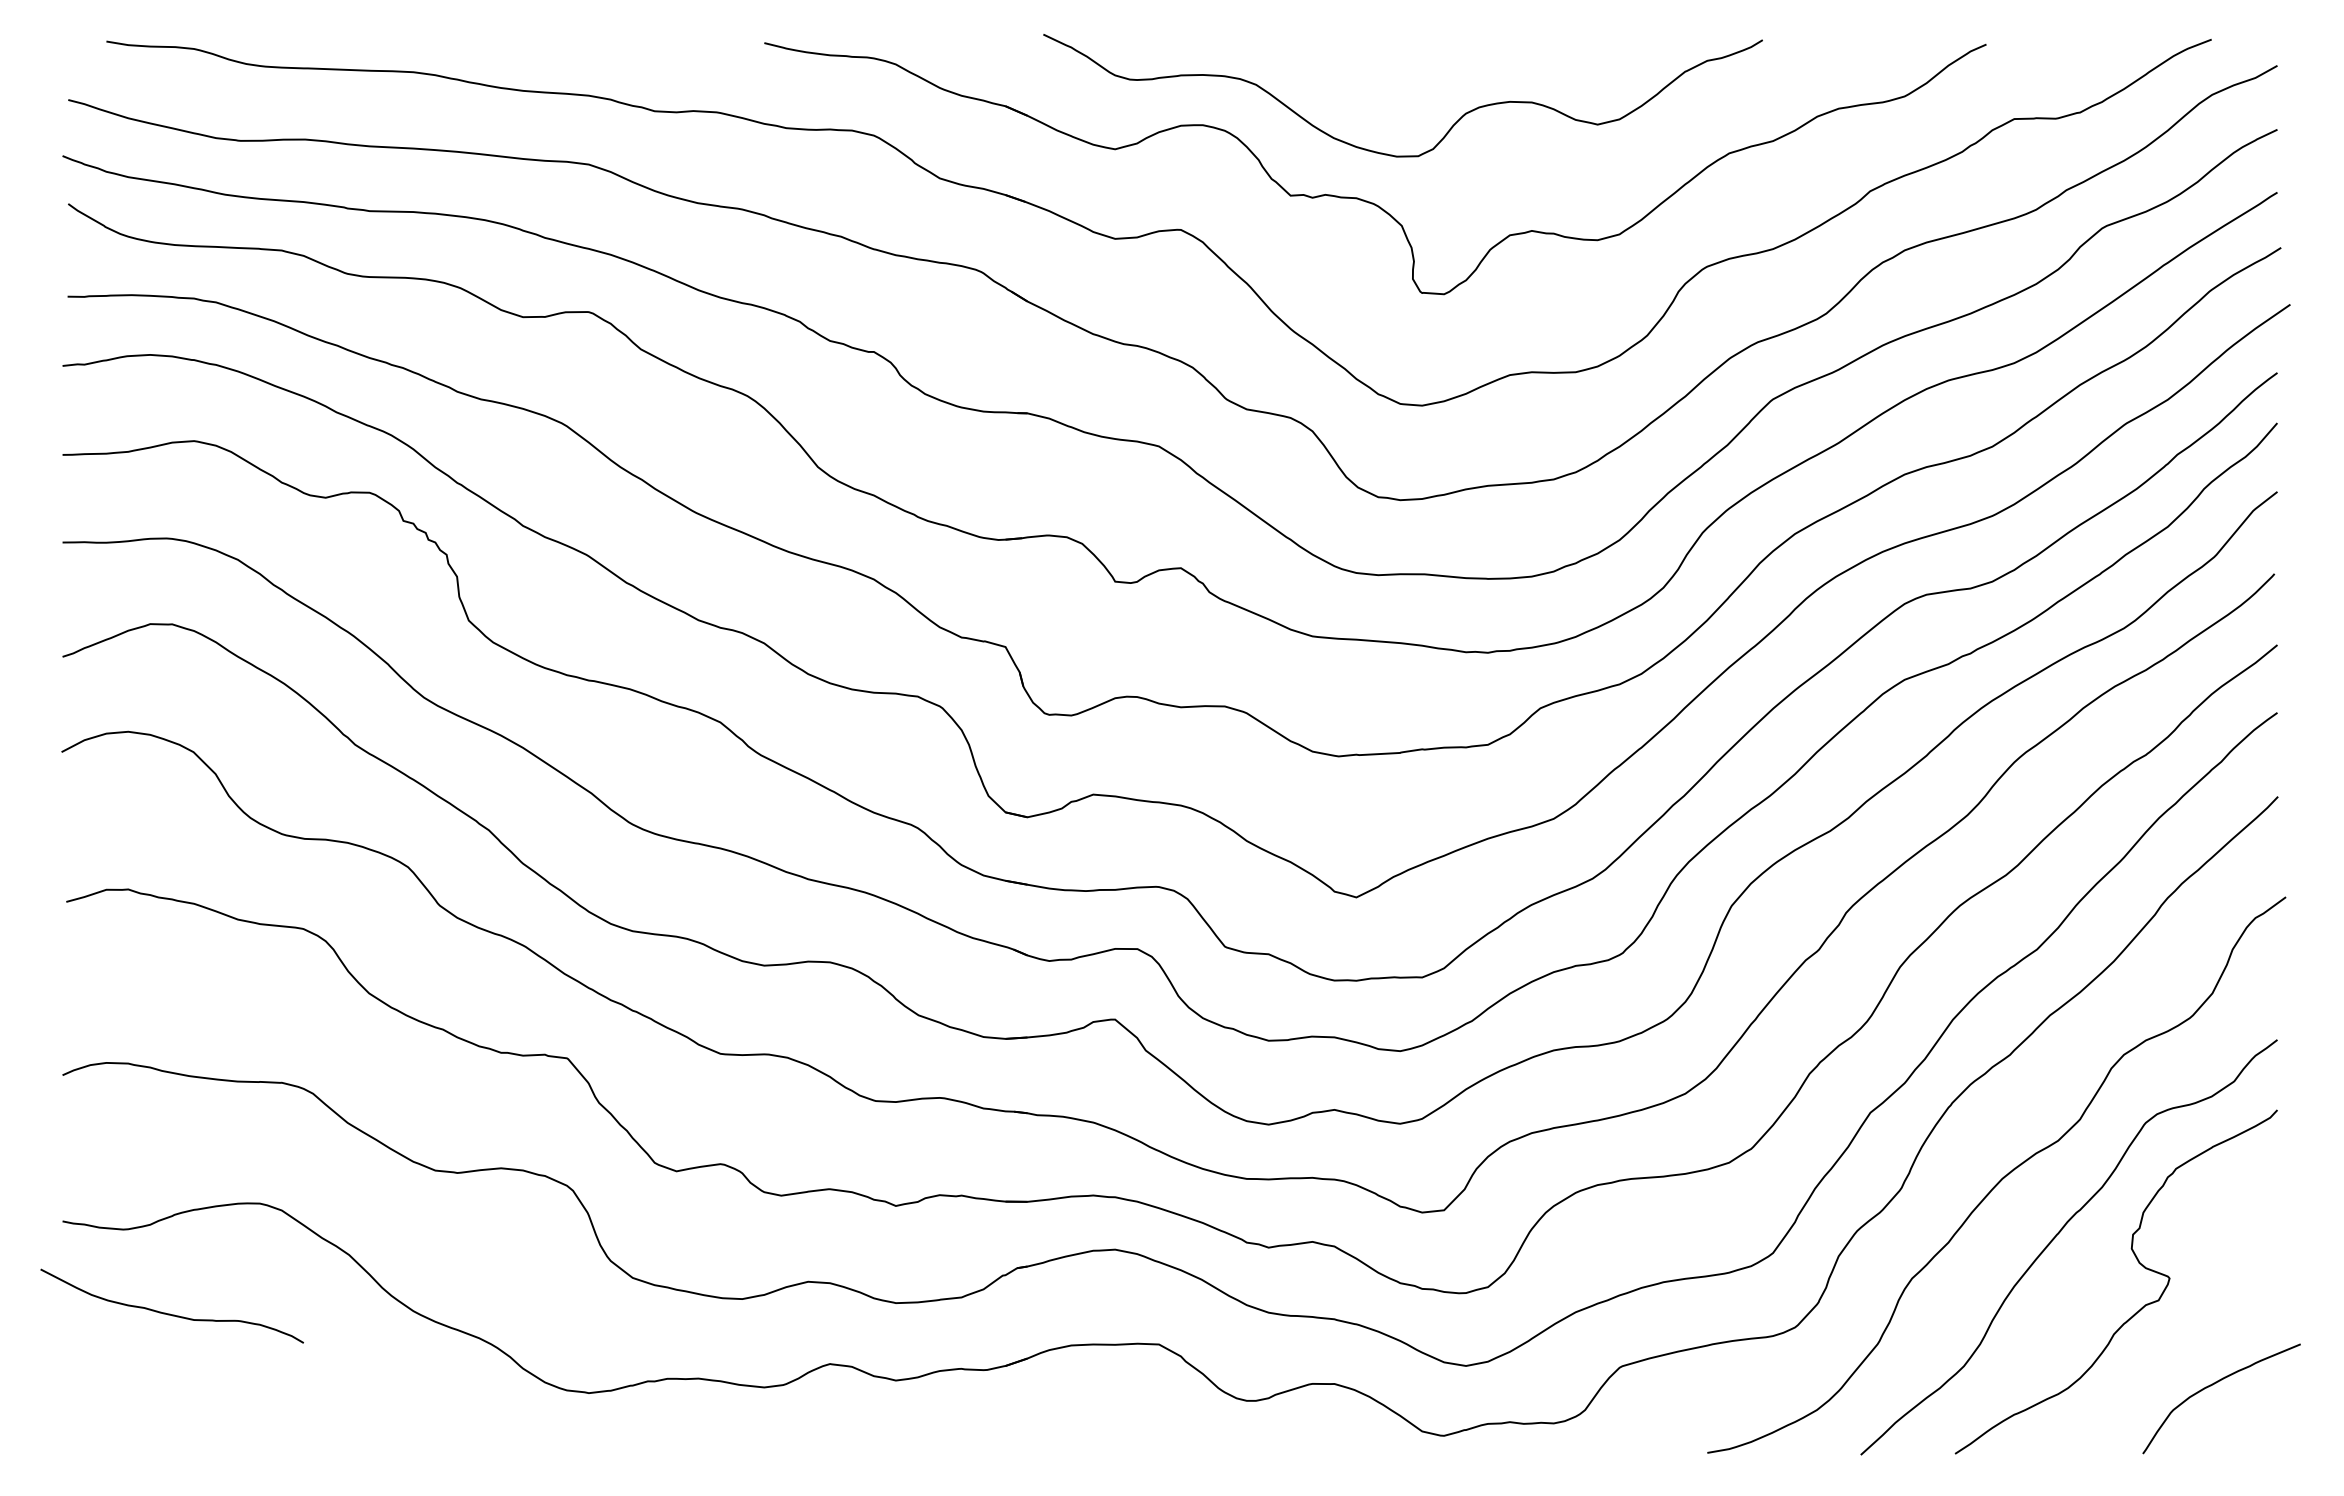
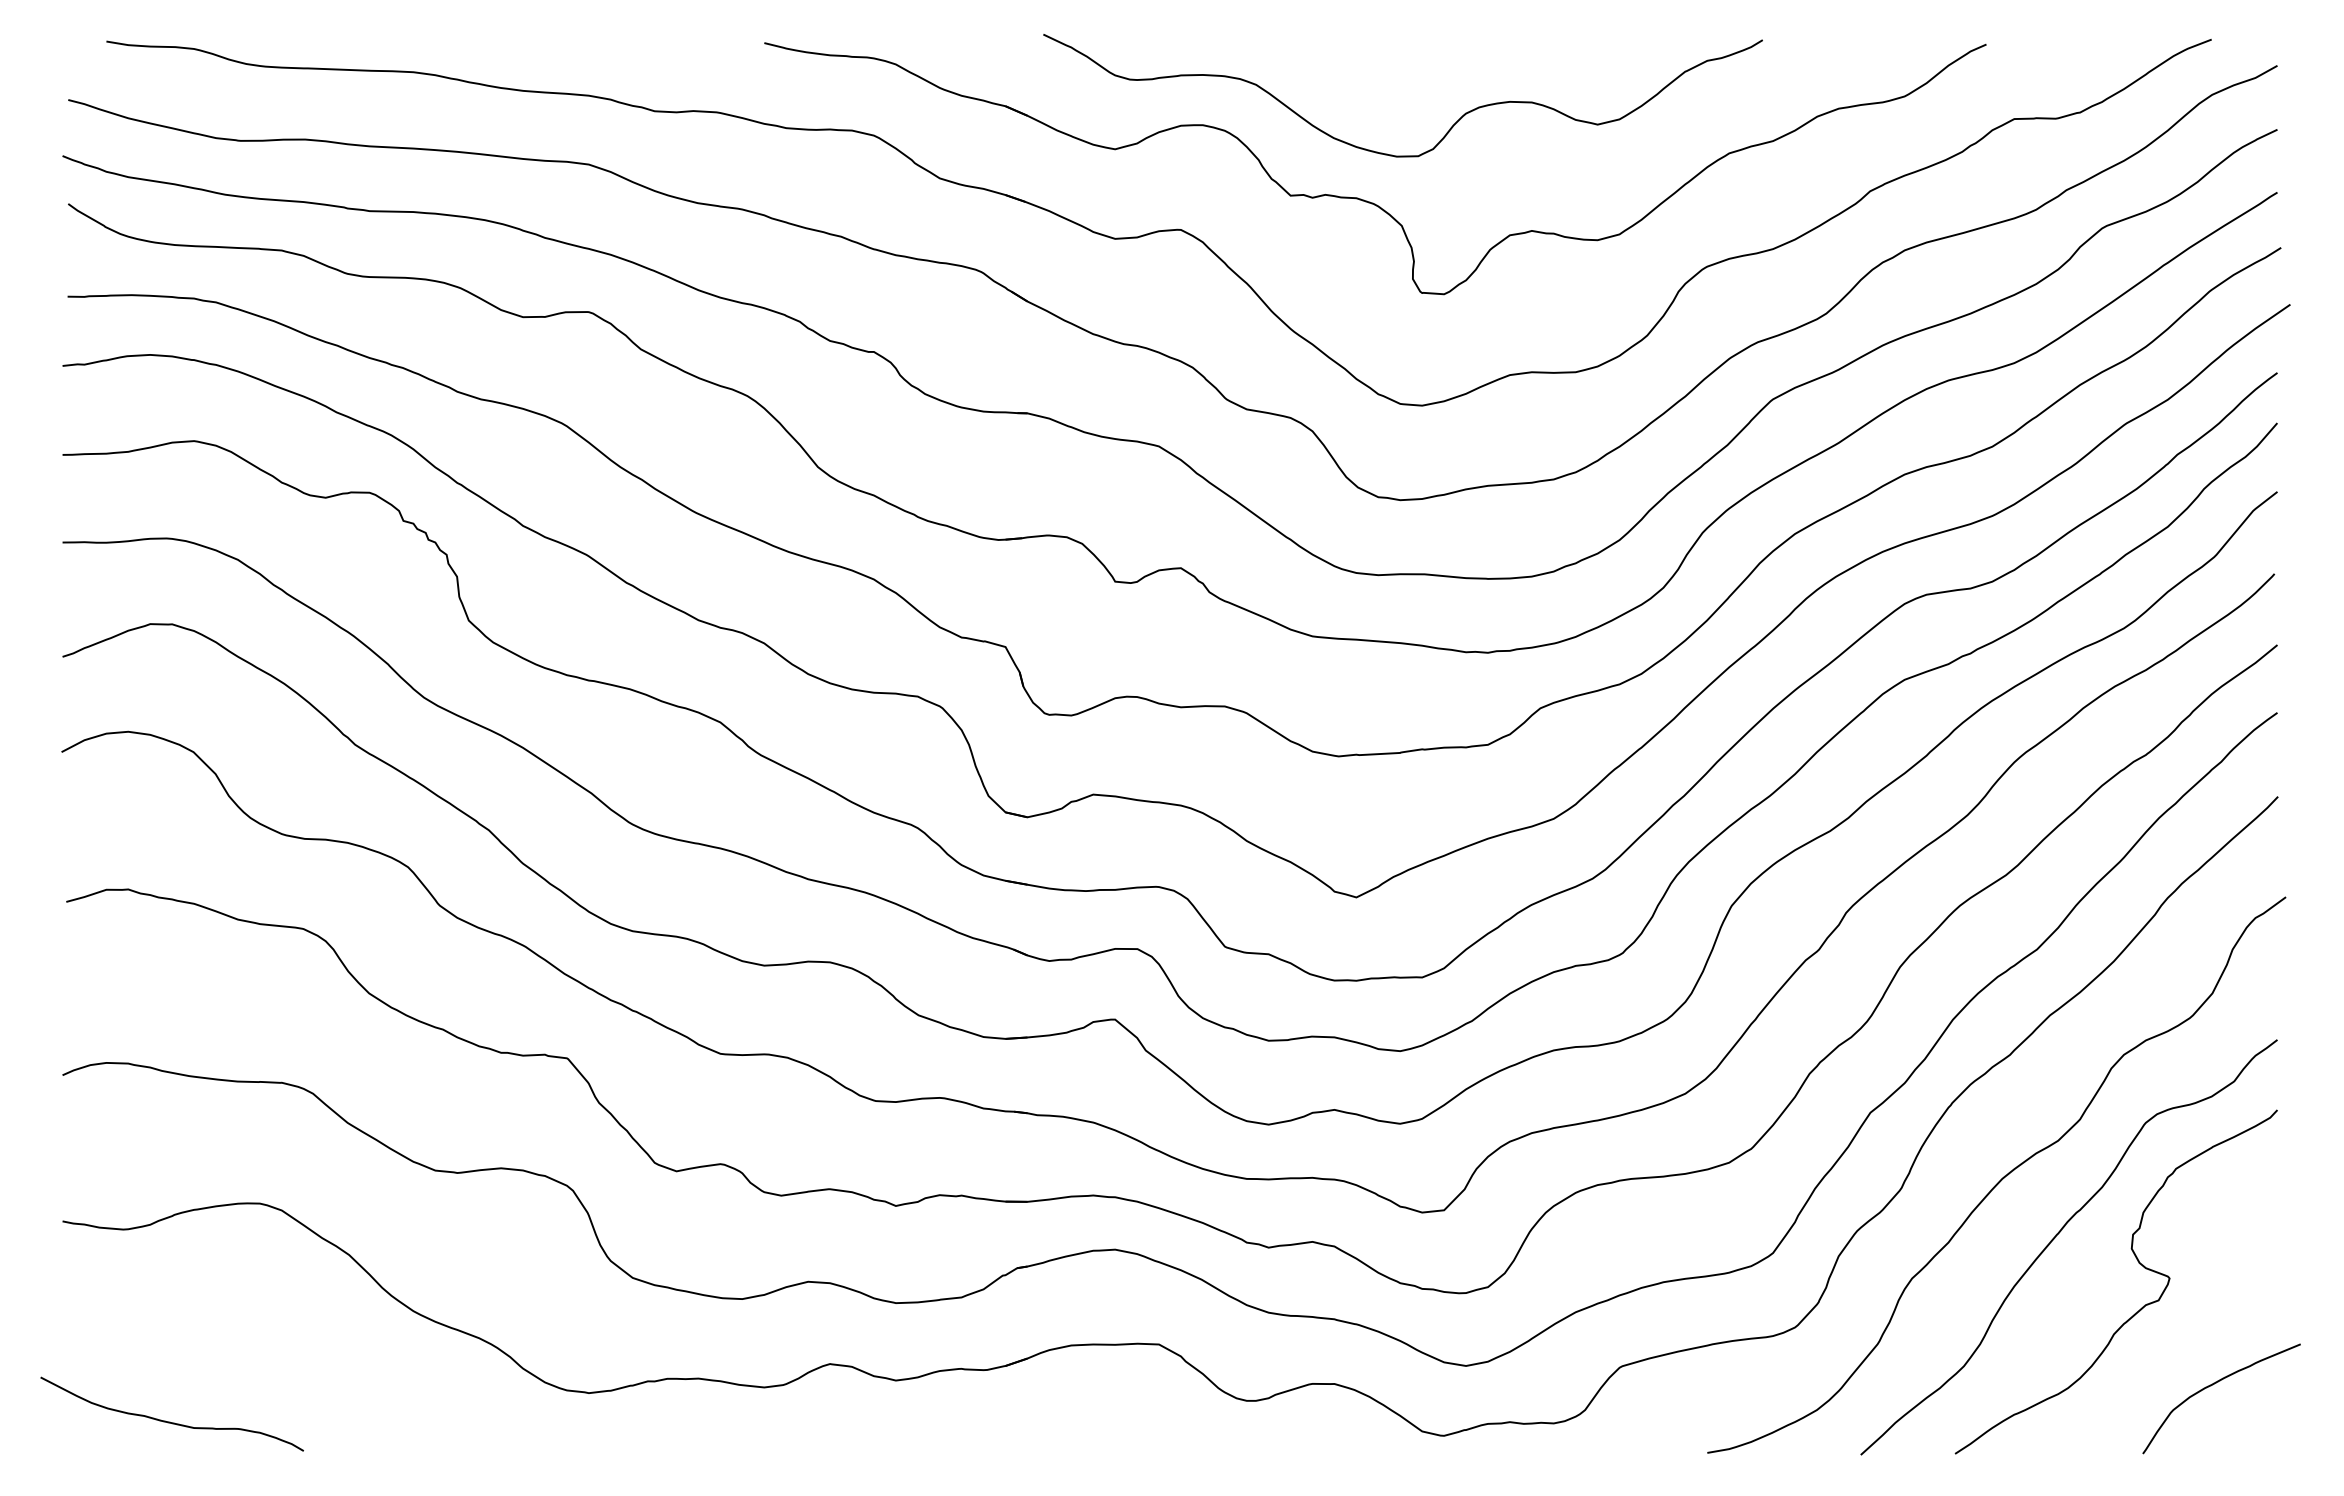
curve at (170, 1313) position: (170, 1313) -> (170, 1421)
